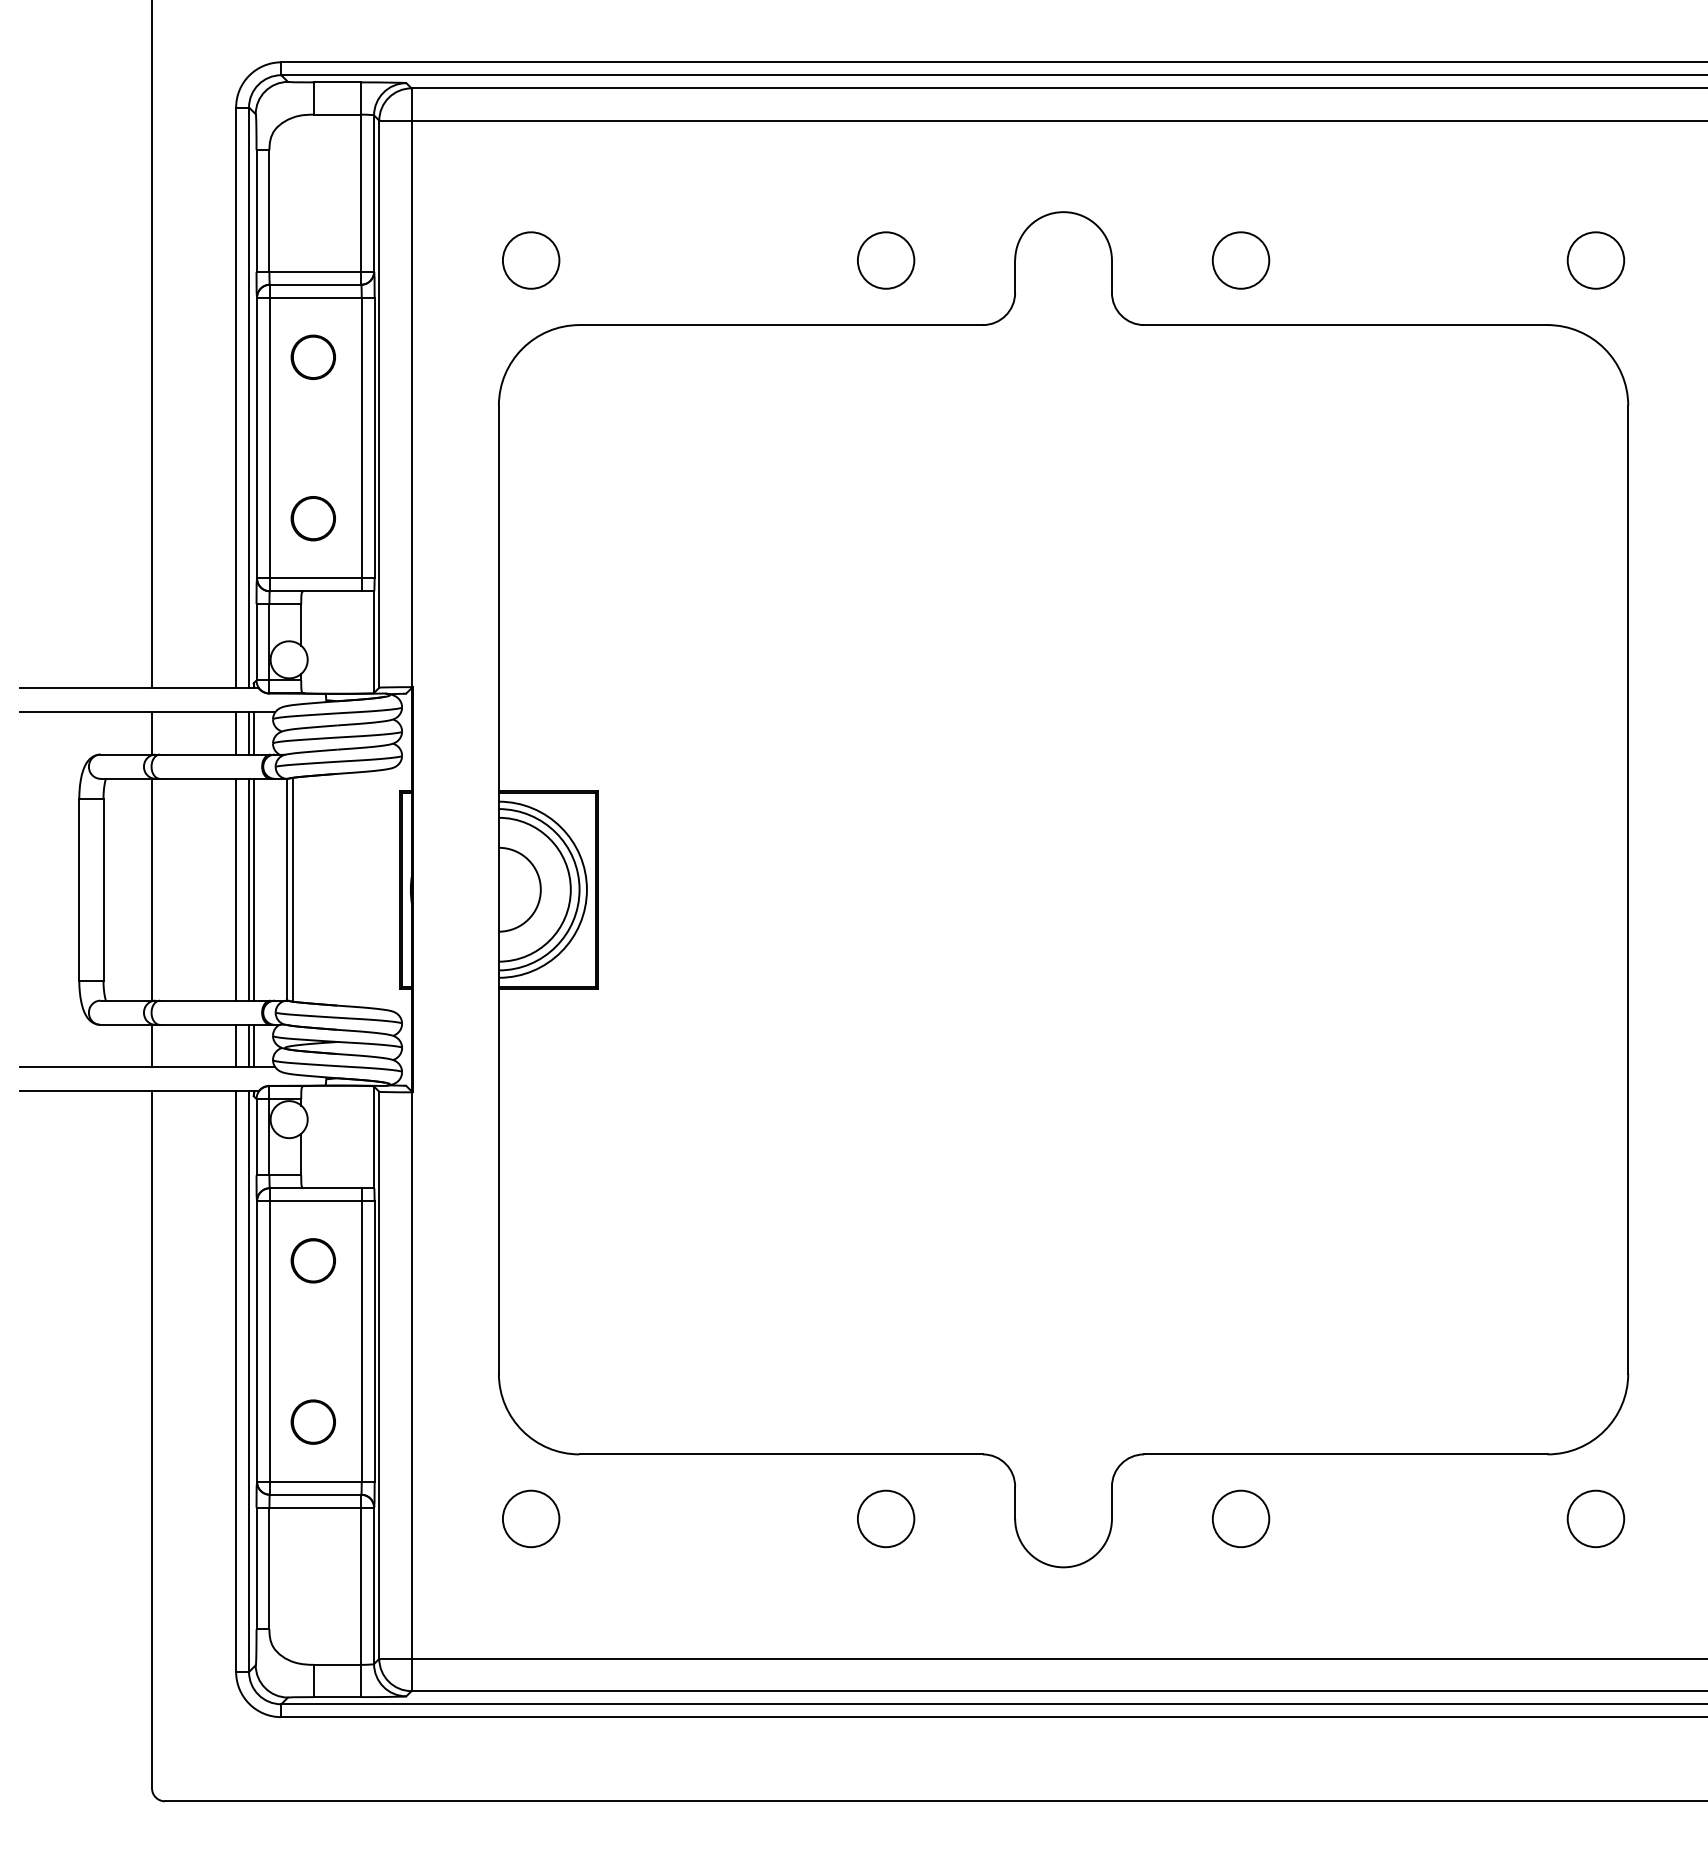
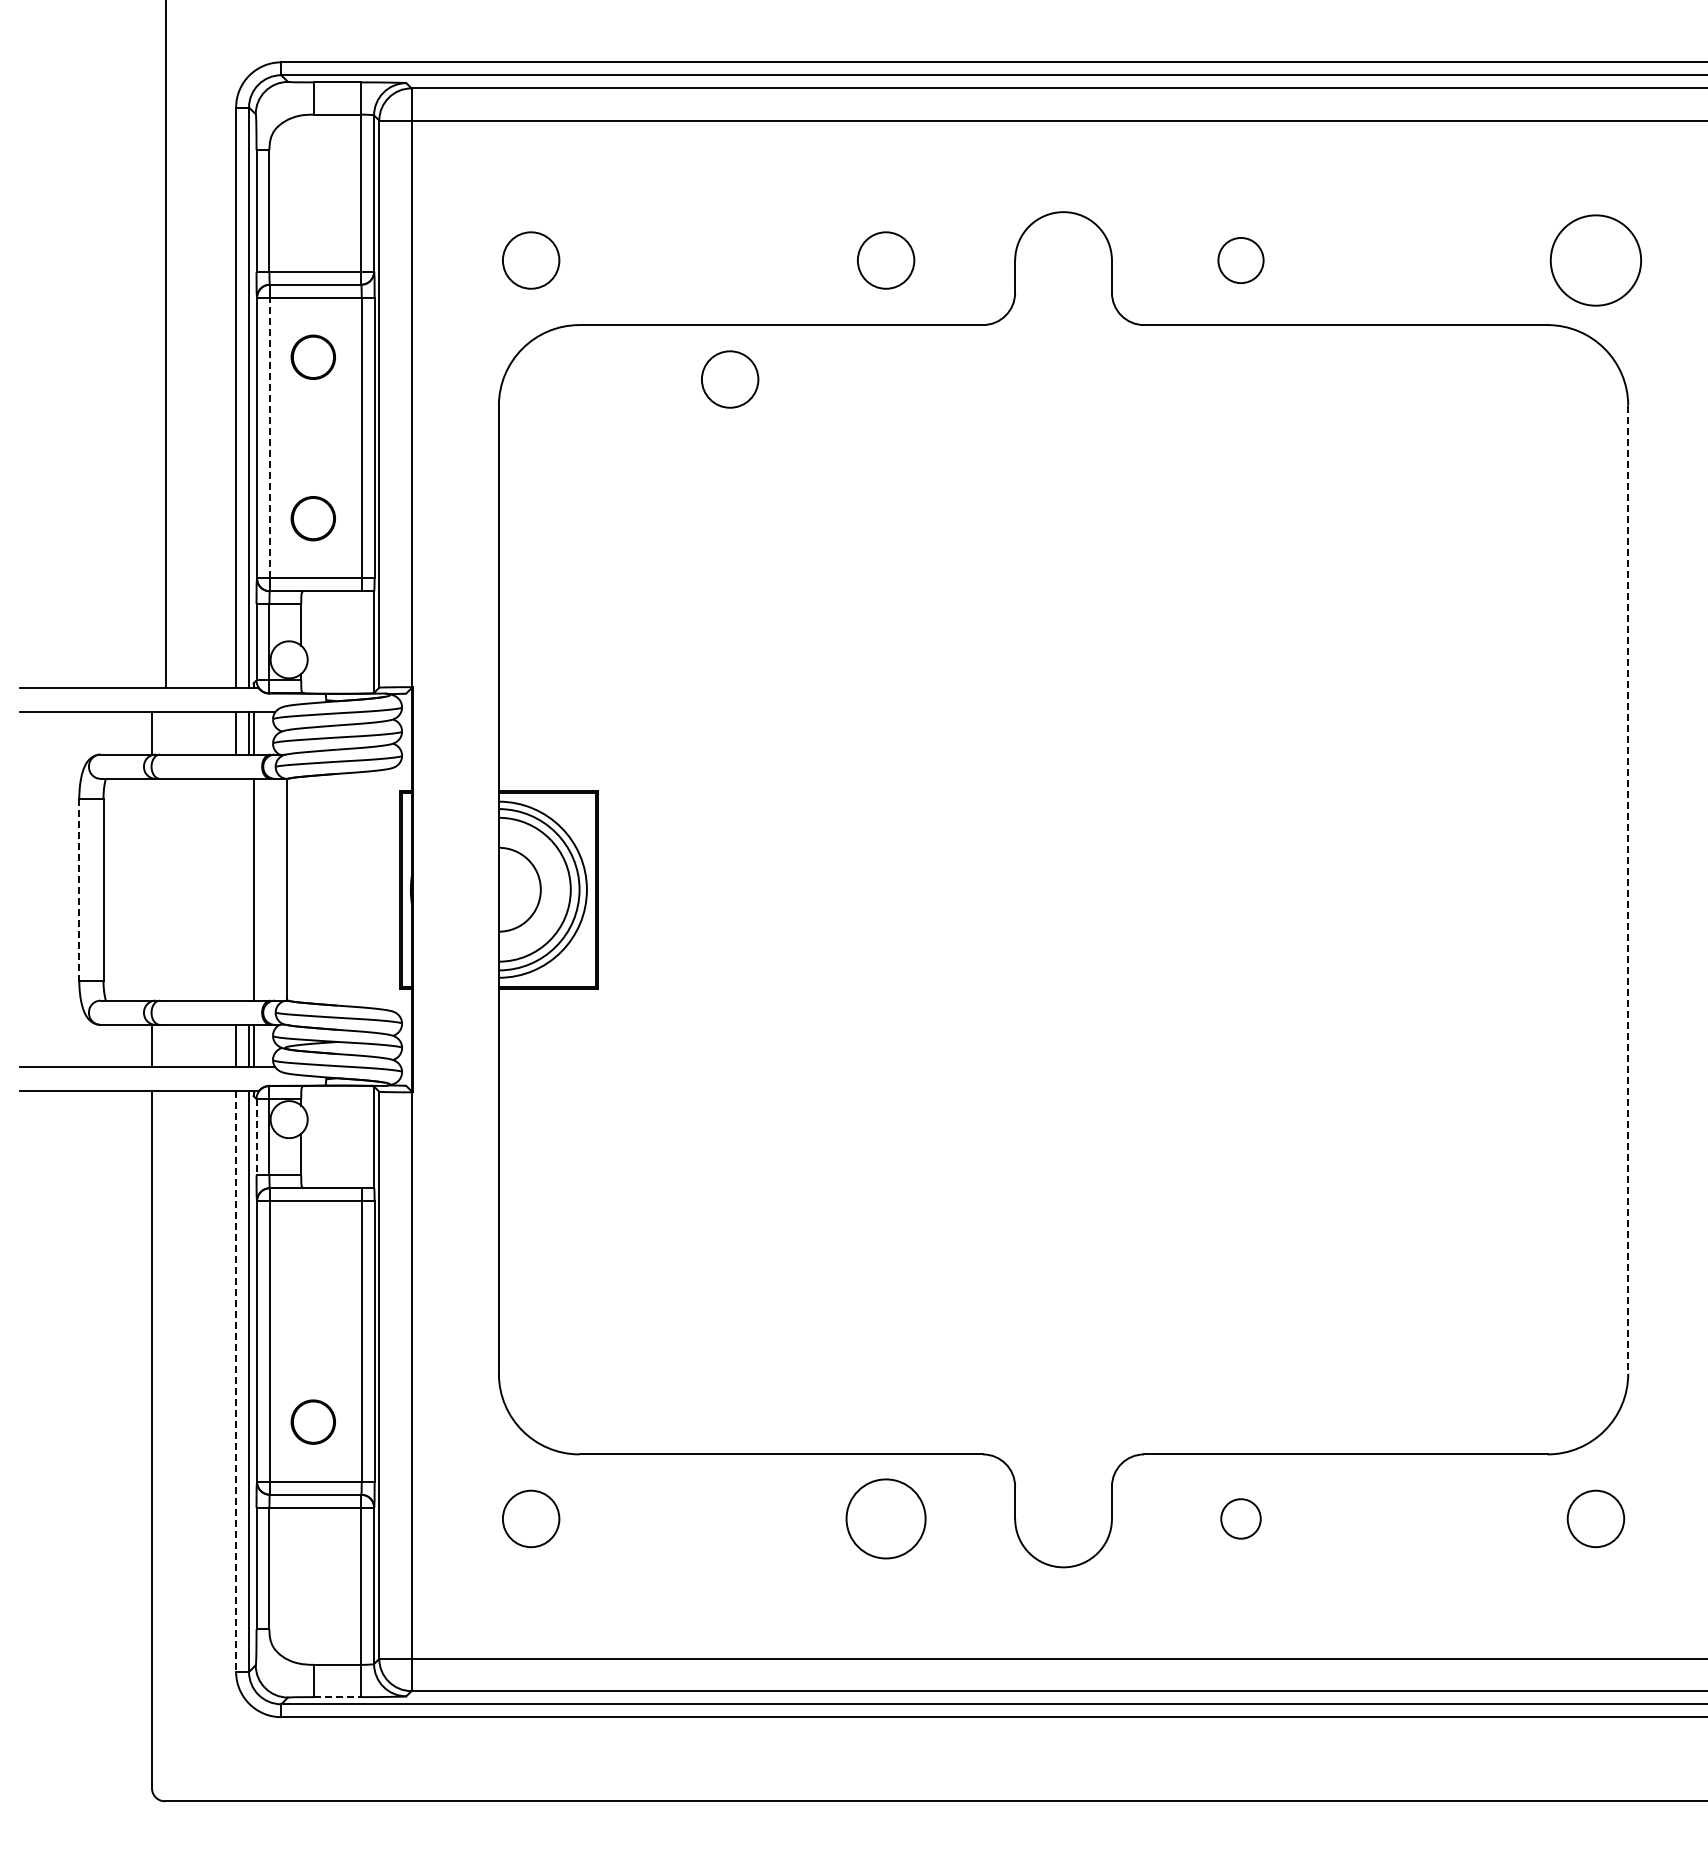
circle at (1240, 260) diameter: 56 px -> 45 px
circle at (1595, 260) diameter: 56 px -> 90 px
line at (152, 345) position: (152, 345) -> (166, 345)
circle at (730, 379): none -> present
line at (270, 437): solid -> dashed
line at (79, 889): solid -> dashed
line at (152, 889): present -> none
line at (236, 889): present -> none
line at (249, 889): present -> none
line at (293, 889): present -> none
line at (1628, 889): solid -> dashed
line at (256, 1137): solid -> dashed
part at (312, 1260): present -> none
line at (236, 1382): solid -> dashed
circle at (885, 1518) diameter: 56 px -> 79 px
circle at (1240, 1518) diameter: 56 px -> 40 px
line at (337, 1697): solid -> dashed
